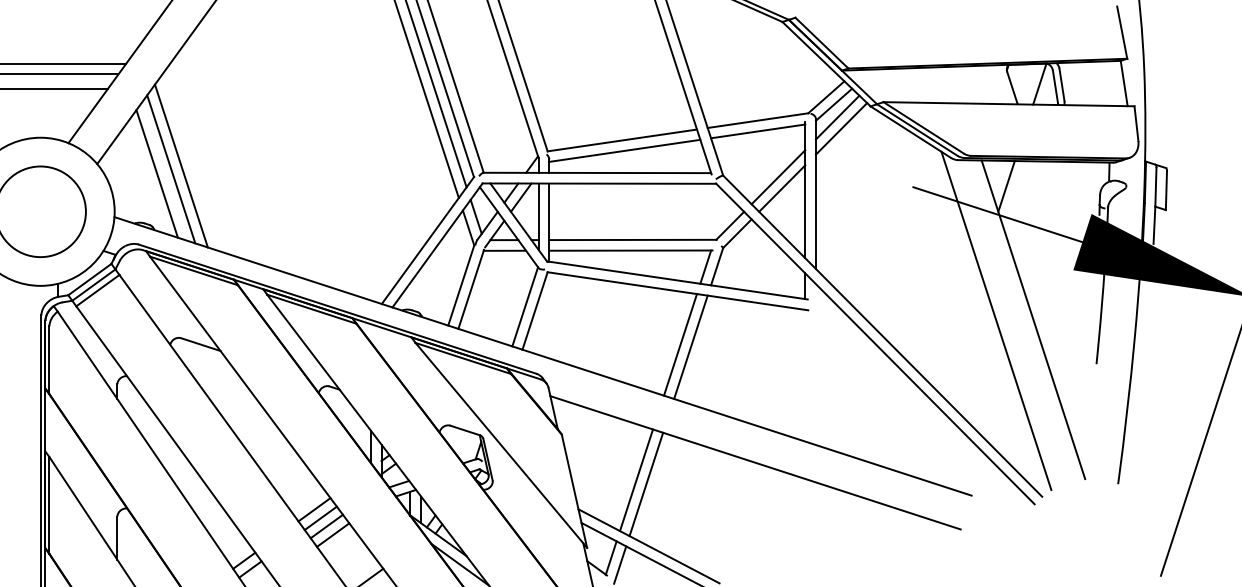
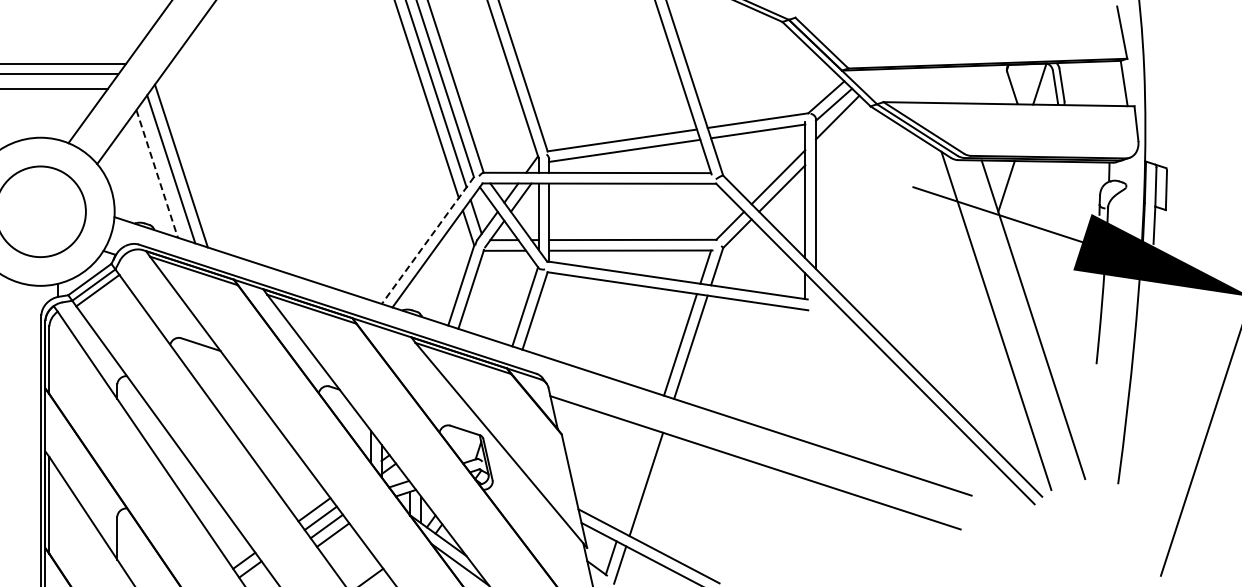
line at (841, 128): present -> none
line at (157, 174): solid -> dashed
line at (427, 240): solid -> dashed
line at (636, 480): present -> none
